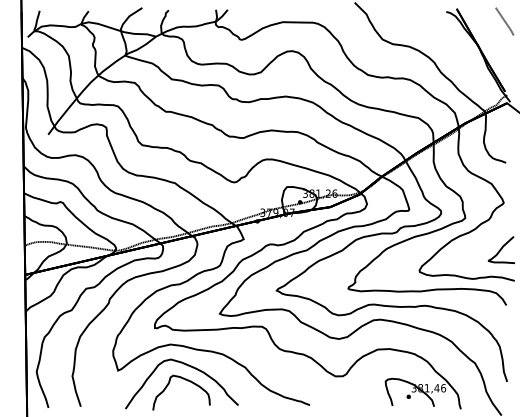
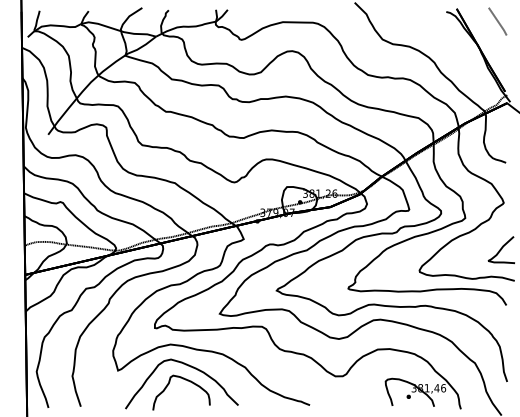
line at (504, 21) position: (504, 21) -> (497, 21)
